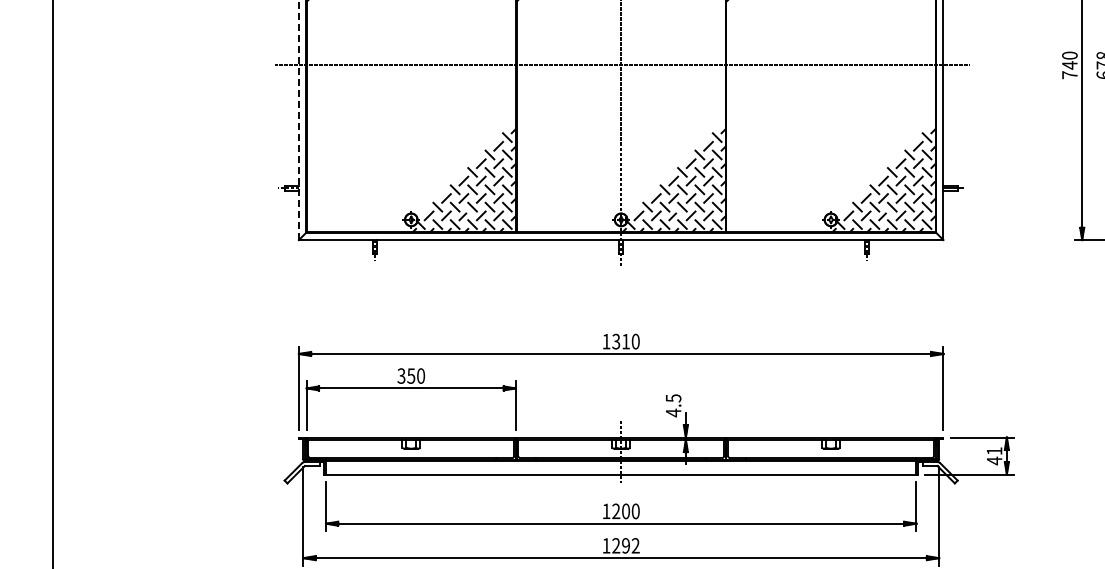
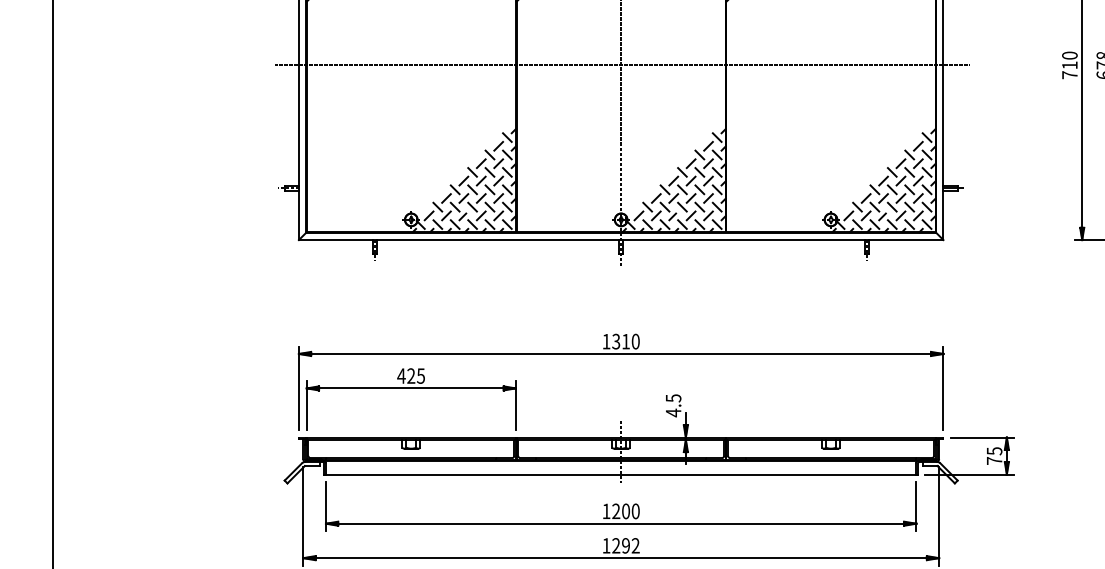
text at (1069, 65): 740 -> 710
line at (298, 120): dashed -> solid
text at (411, 375): 350 -> 425
text at (994, 456): 41 -> 75
